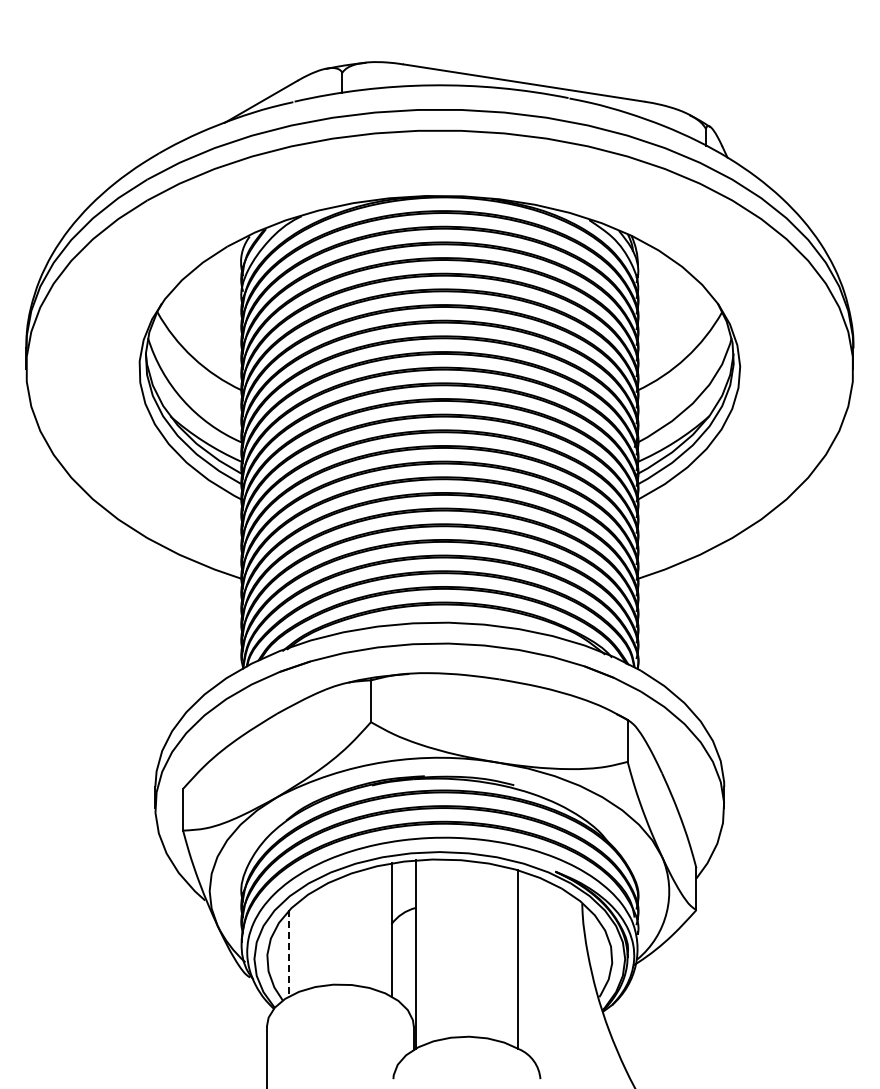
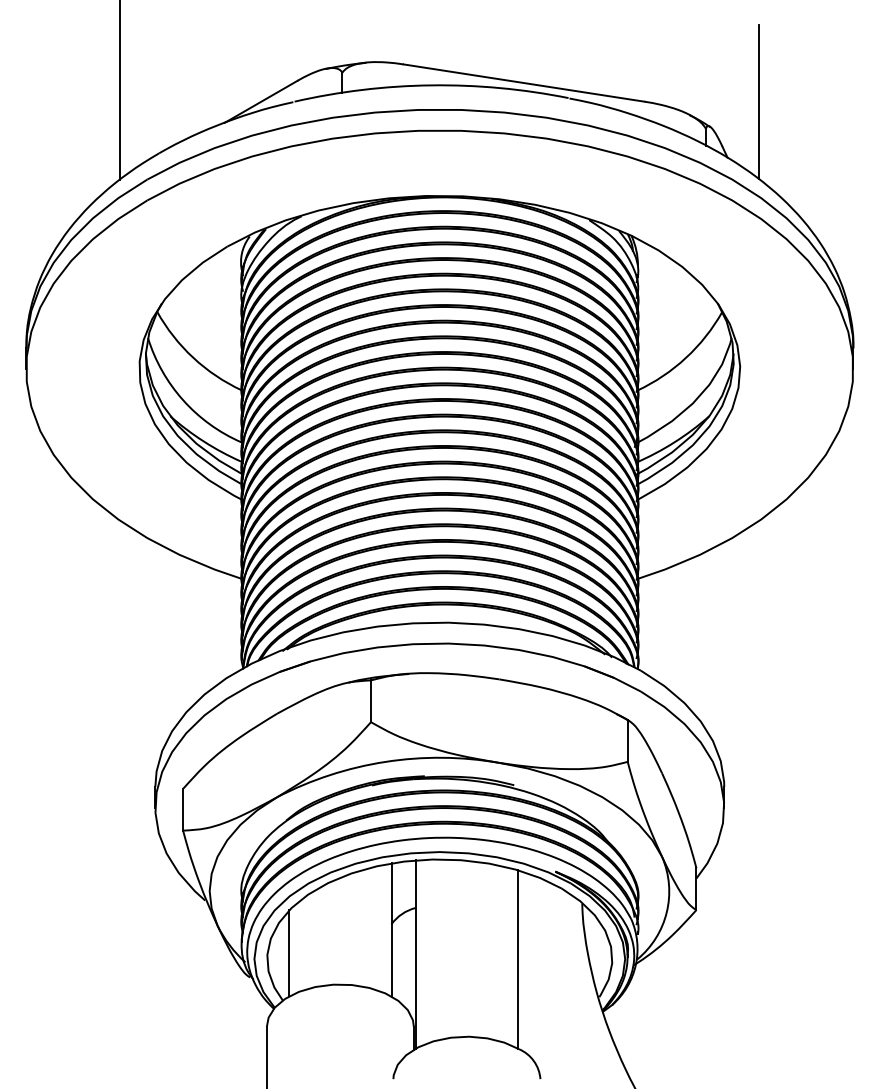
line at (120, 90): none -> present
line at (759, 102): none -> present
line at (289, 953): dashed -> solid
